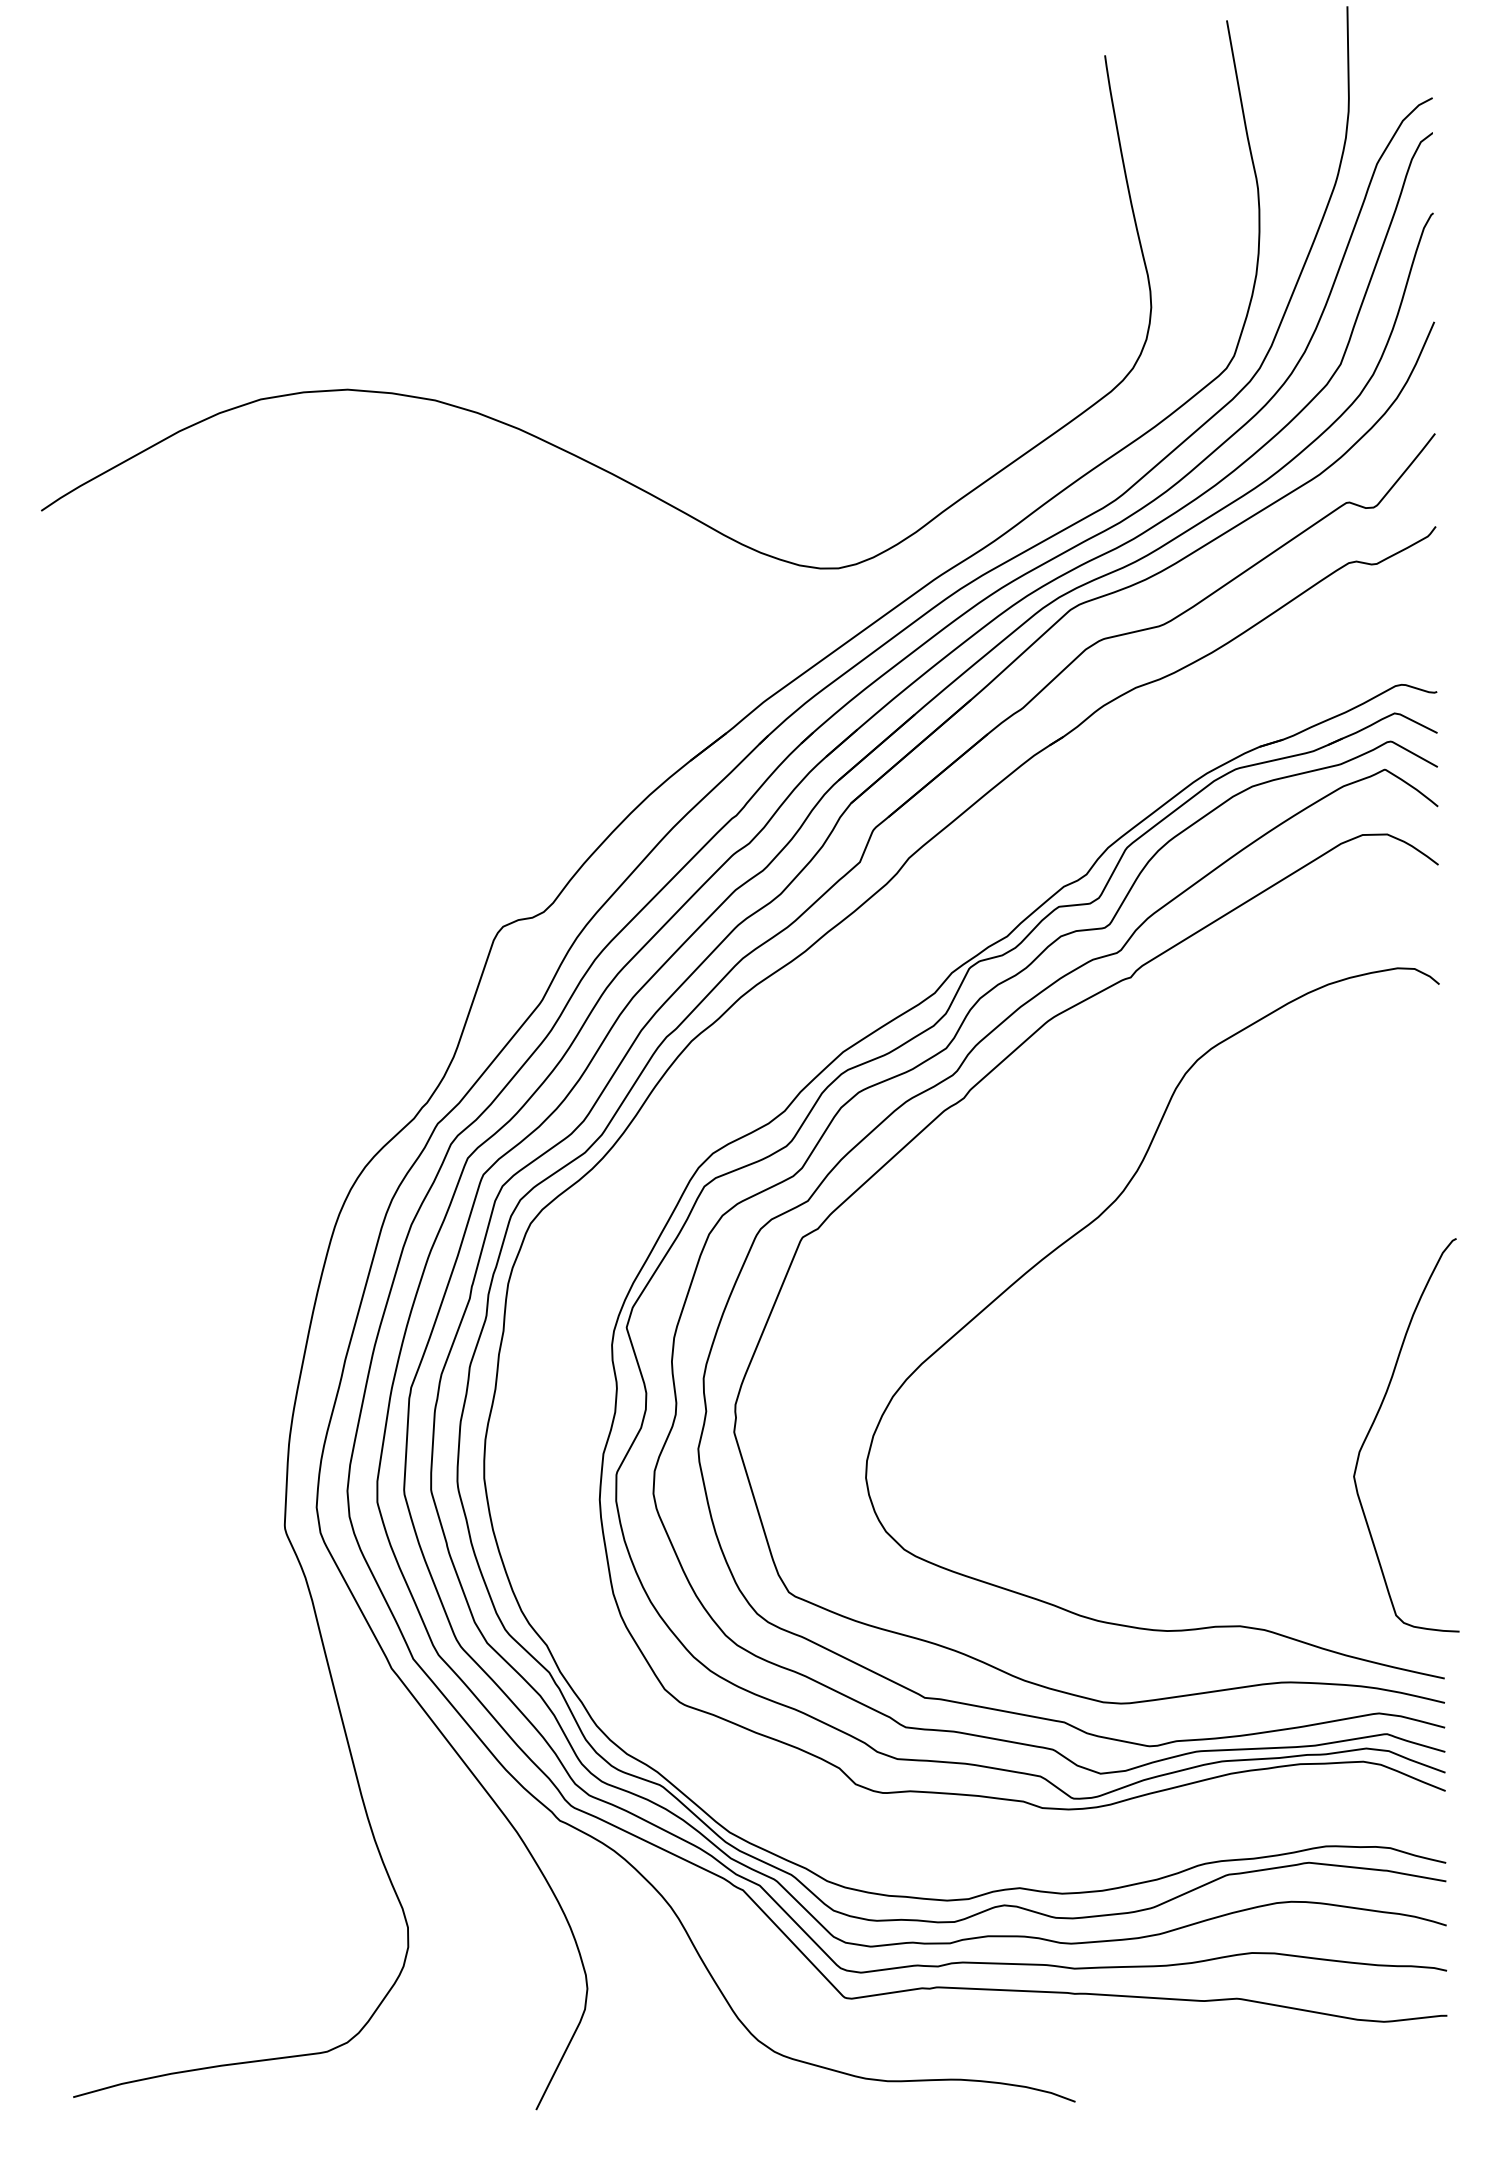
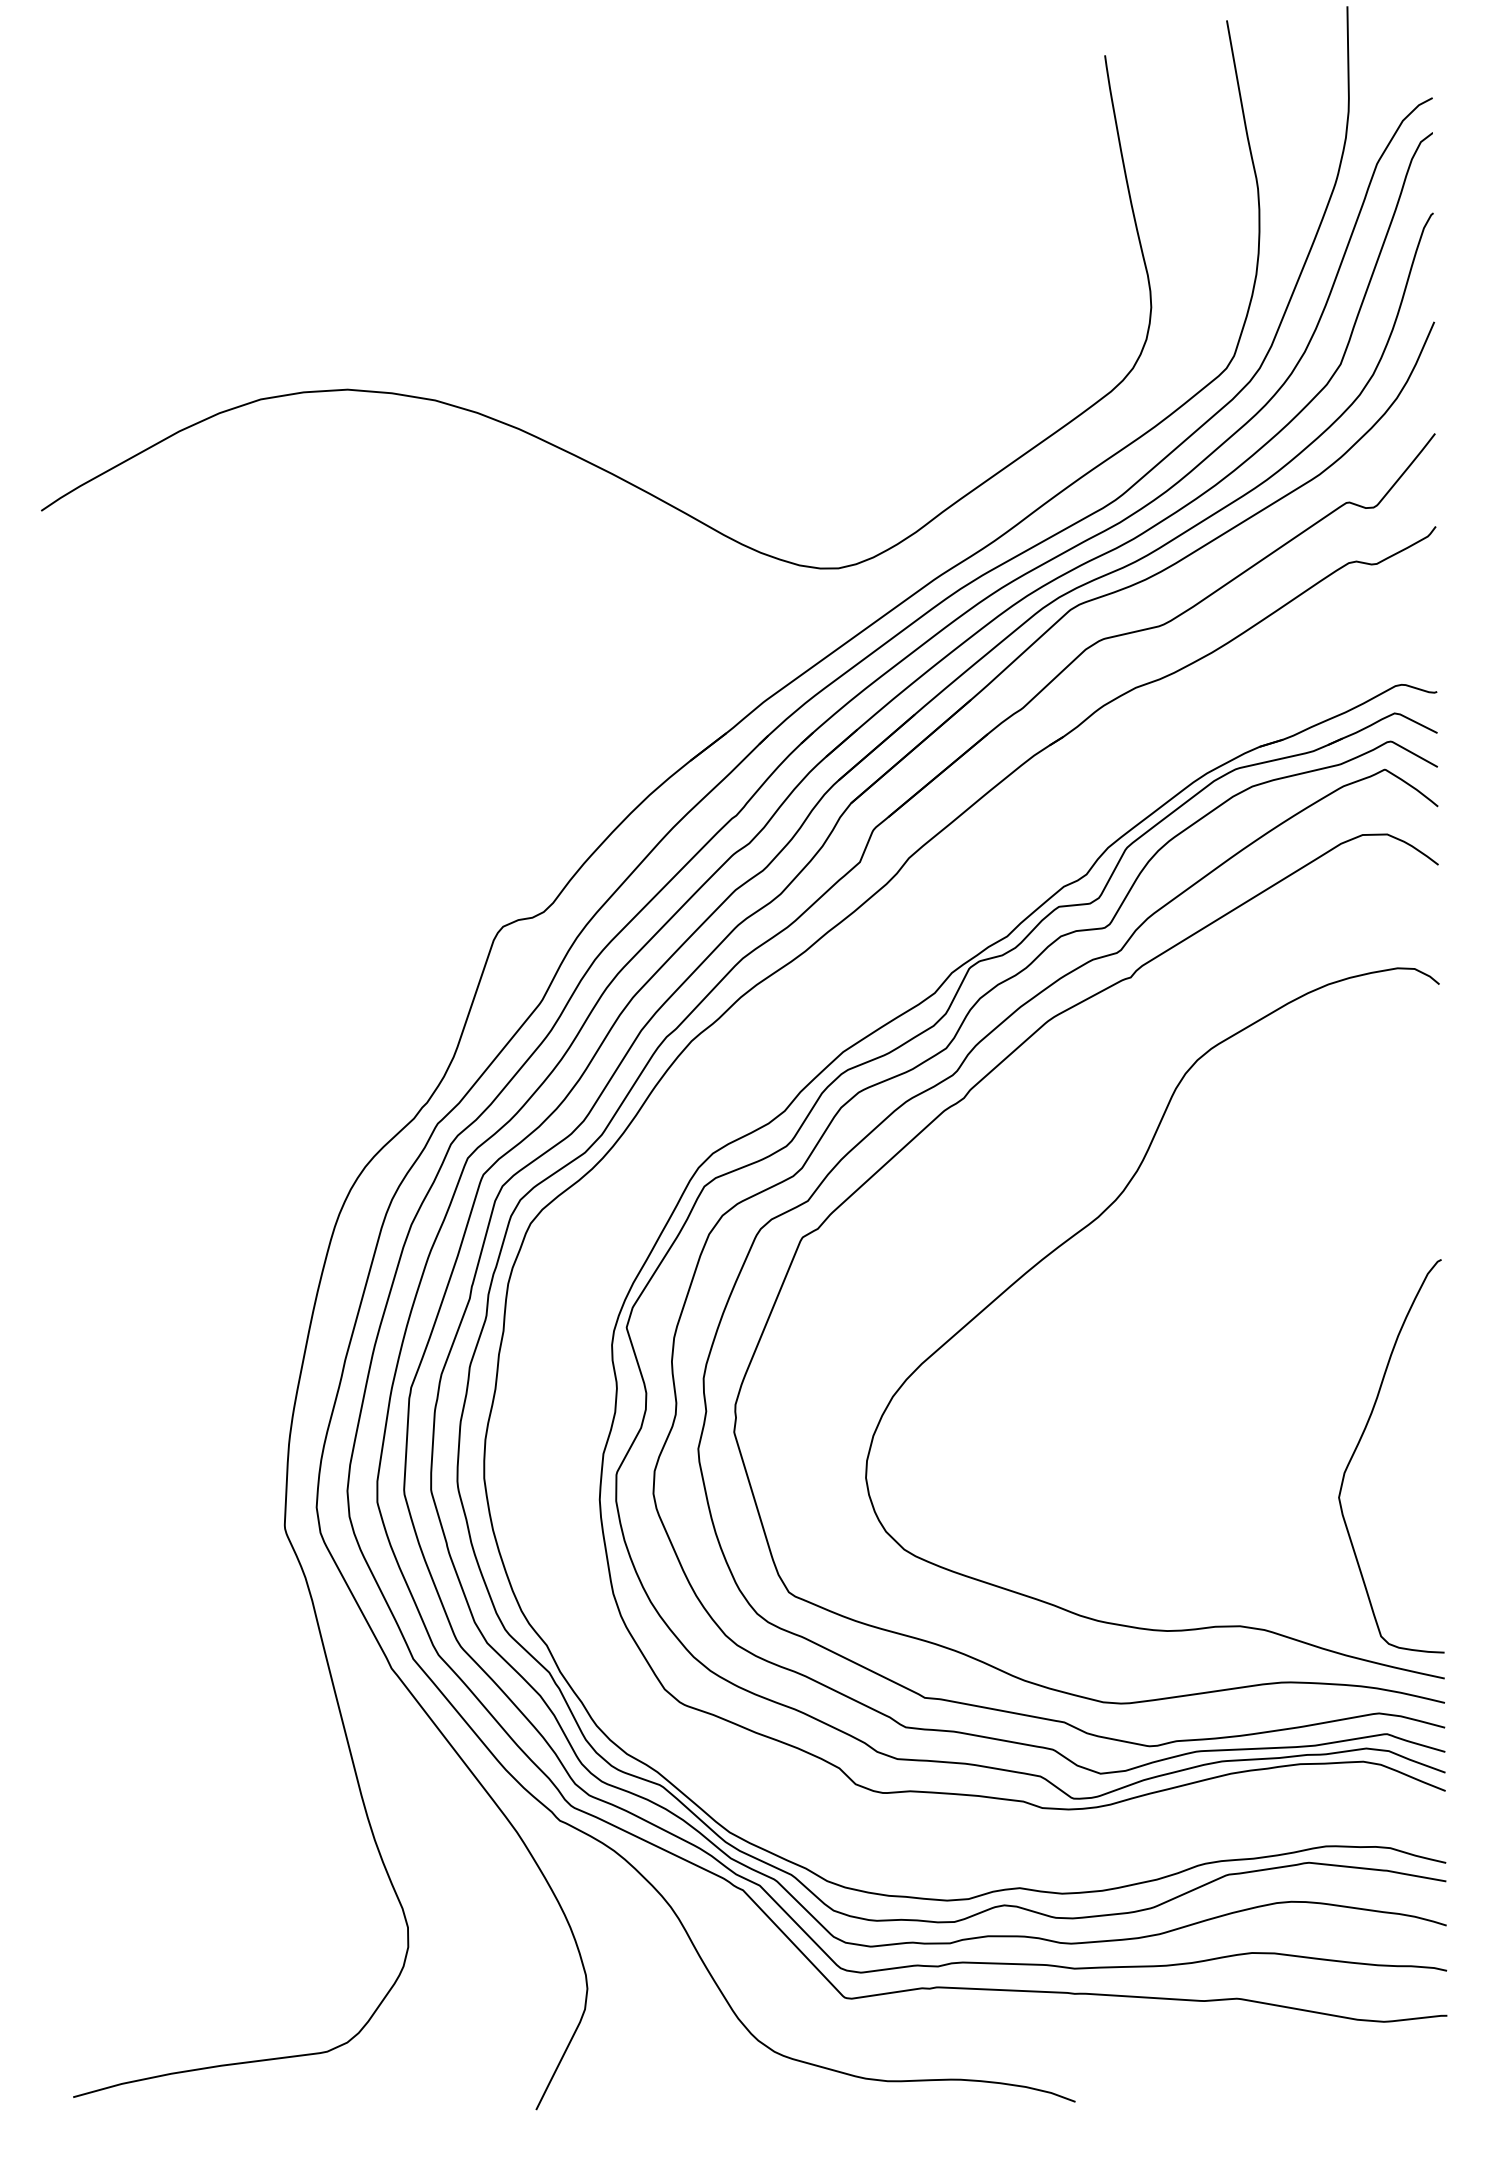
curve at (1375, 1420) position: (1375, 1420) -> (1360, 1441)
